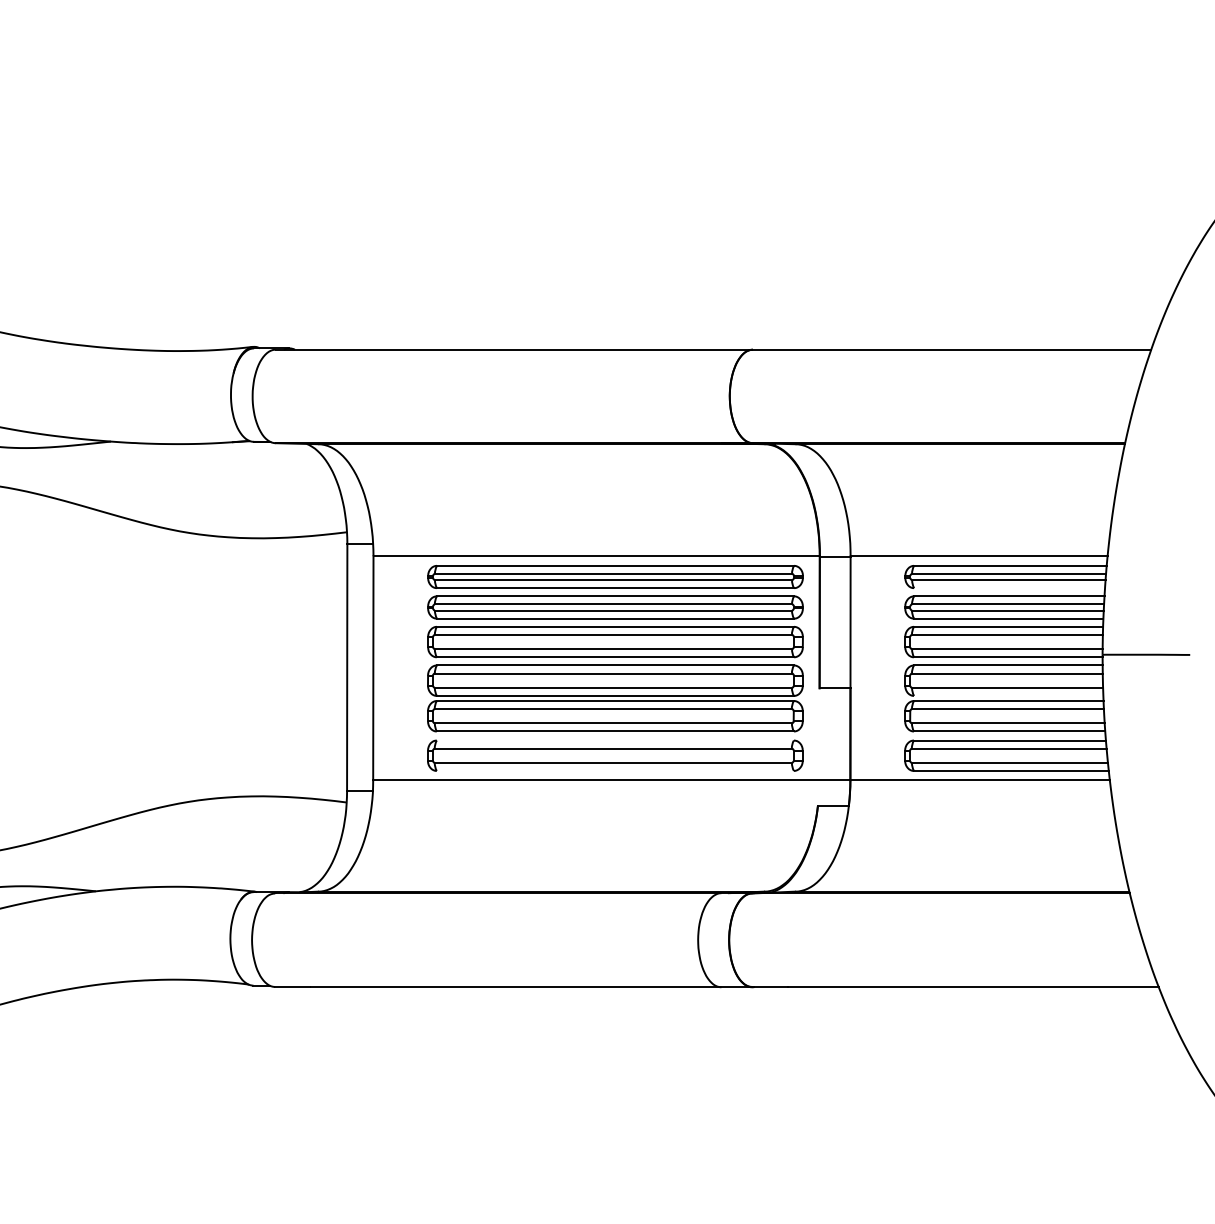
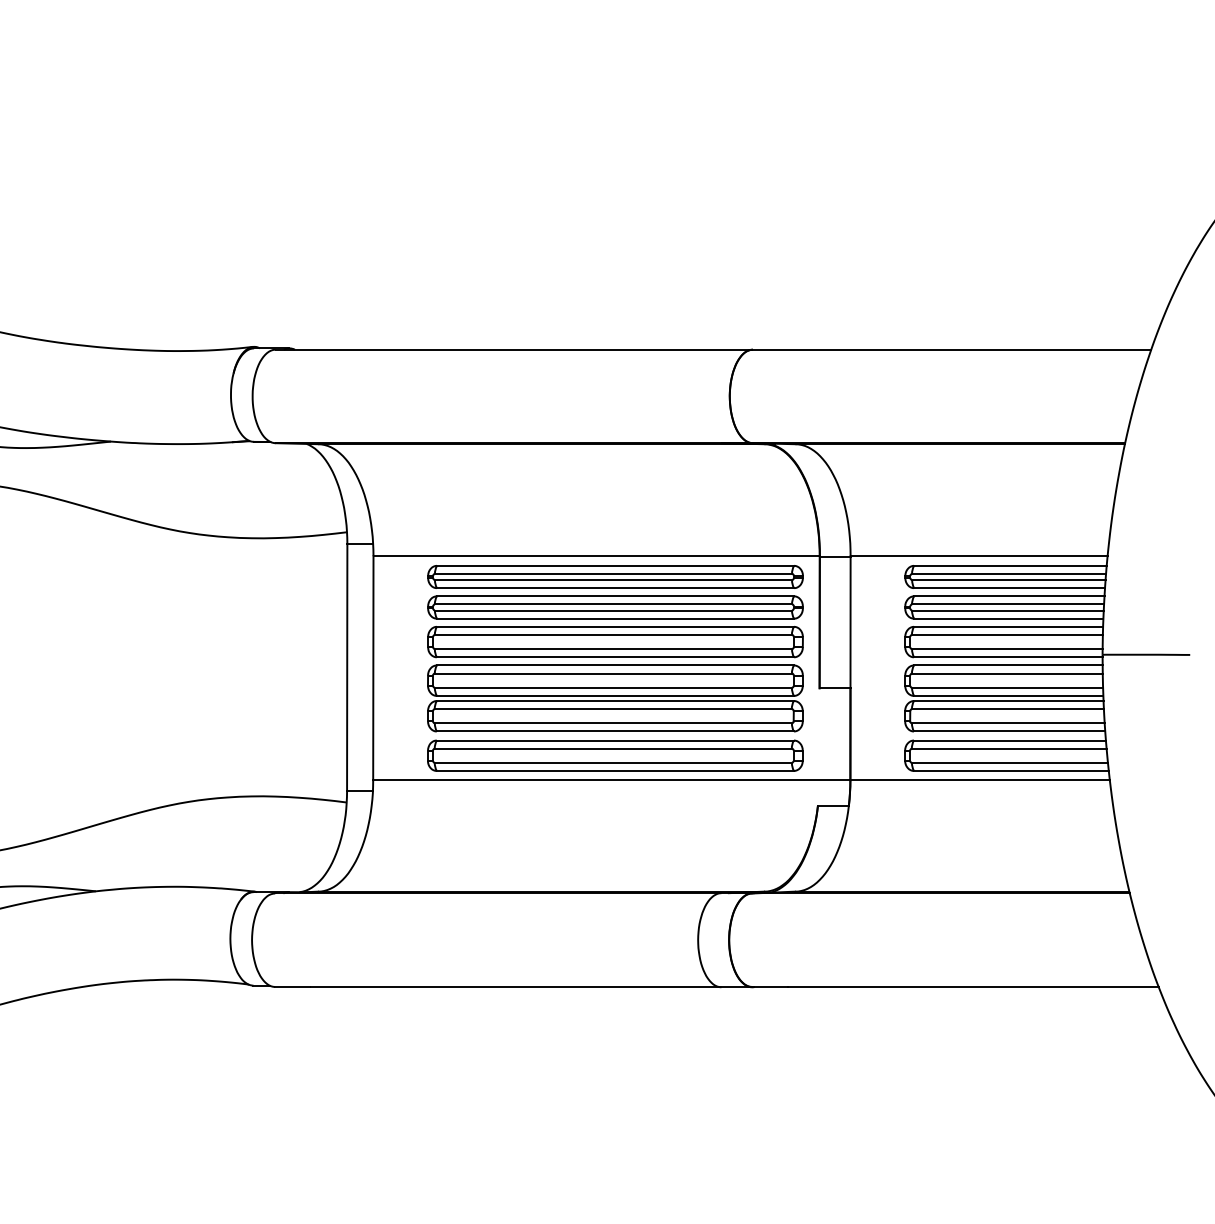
line at (1009, 588): none -> present
line at (1008, 695): none -> present
line at (614, 740): none -> present
line at (614, 771): none -> present
